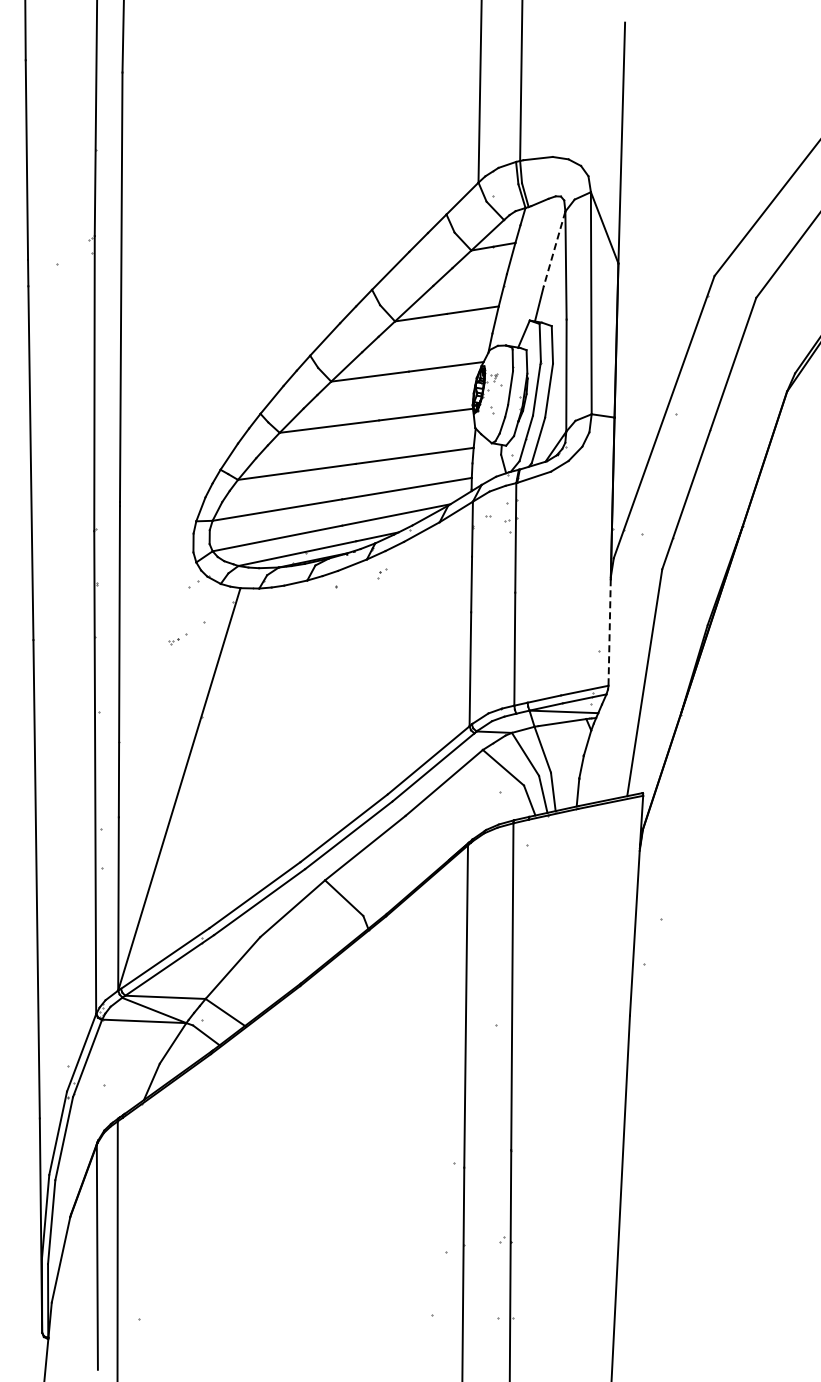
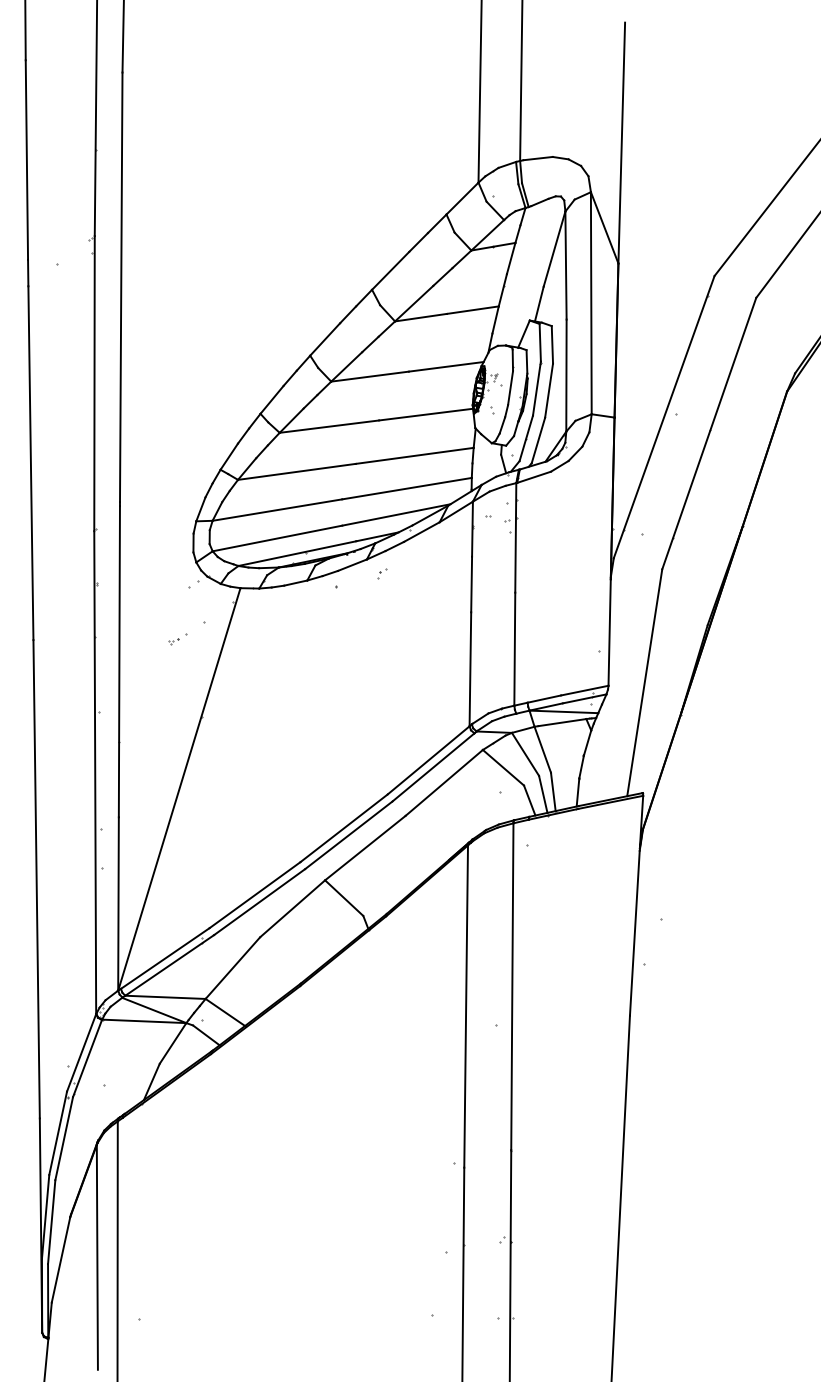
line at (554, 249): dashed -> solid
line at (609, 633): dashed -> solid
